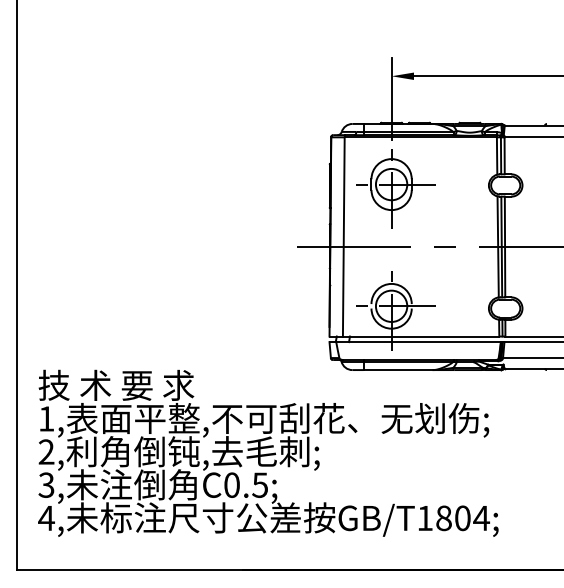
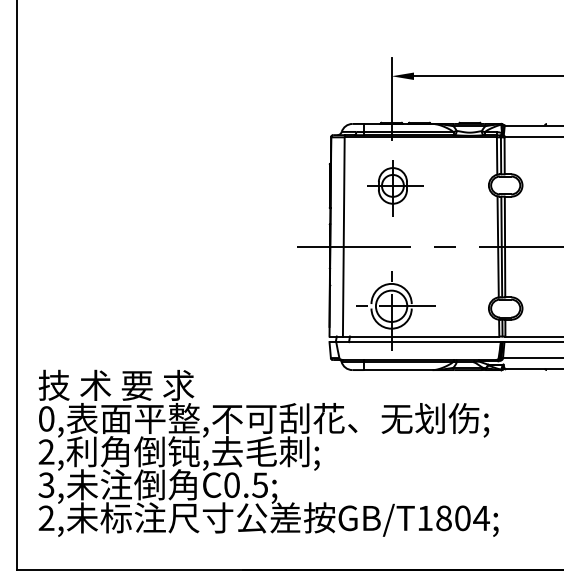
part at (395, 188) size: 80x80 px -> 57x57 px
text at (46, 418): 1, -> 0,
text at (46, 517): 4, -> 2,
